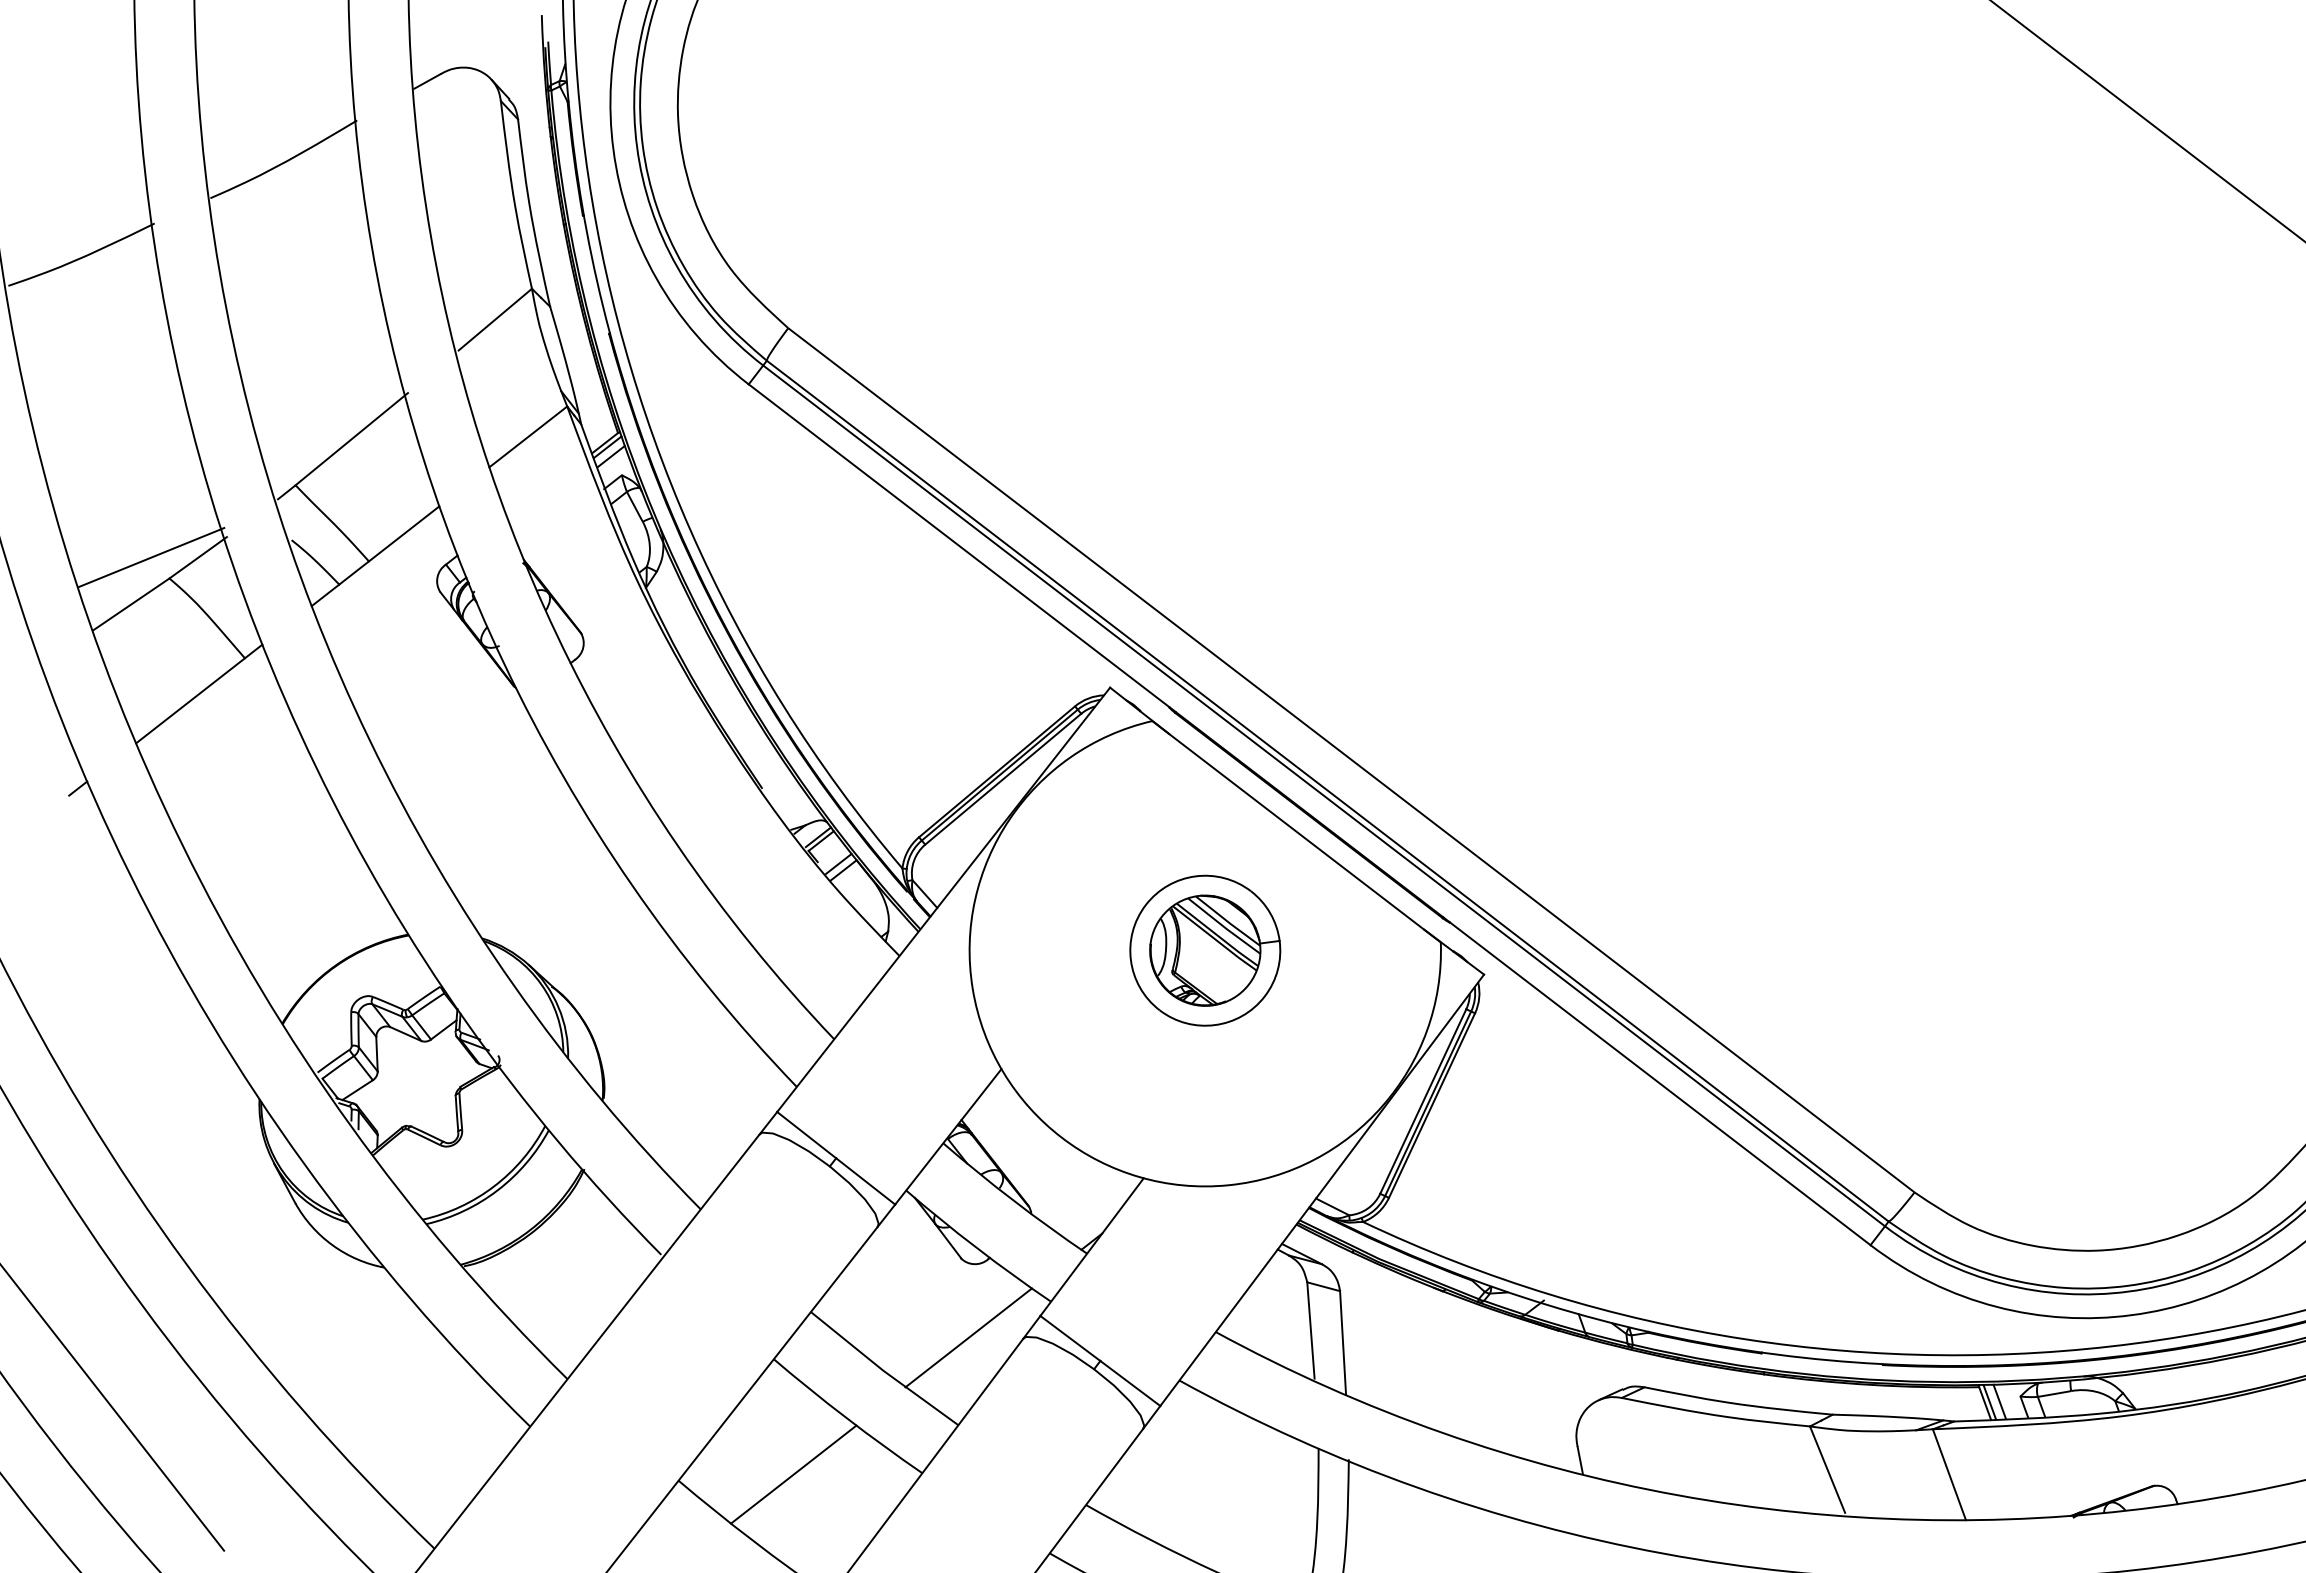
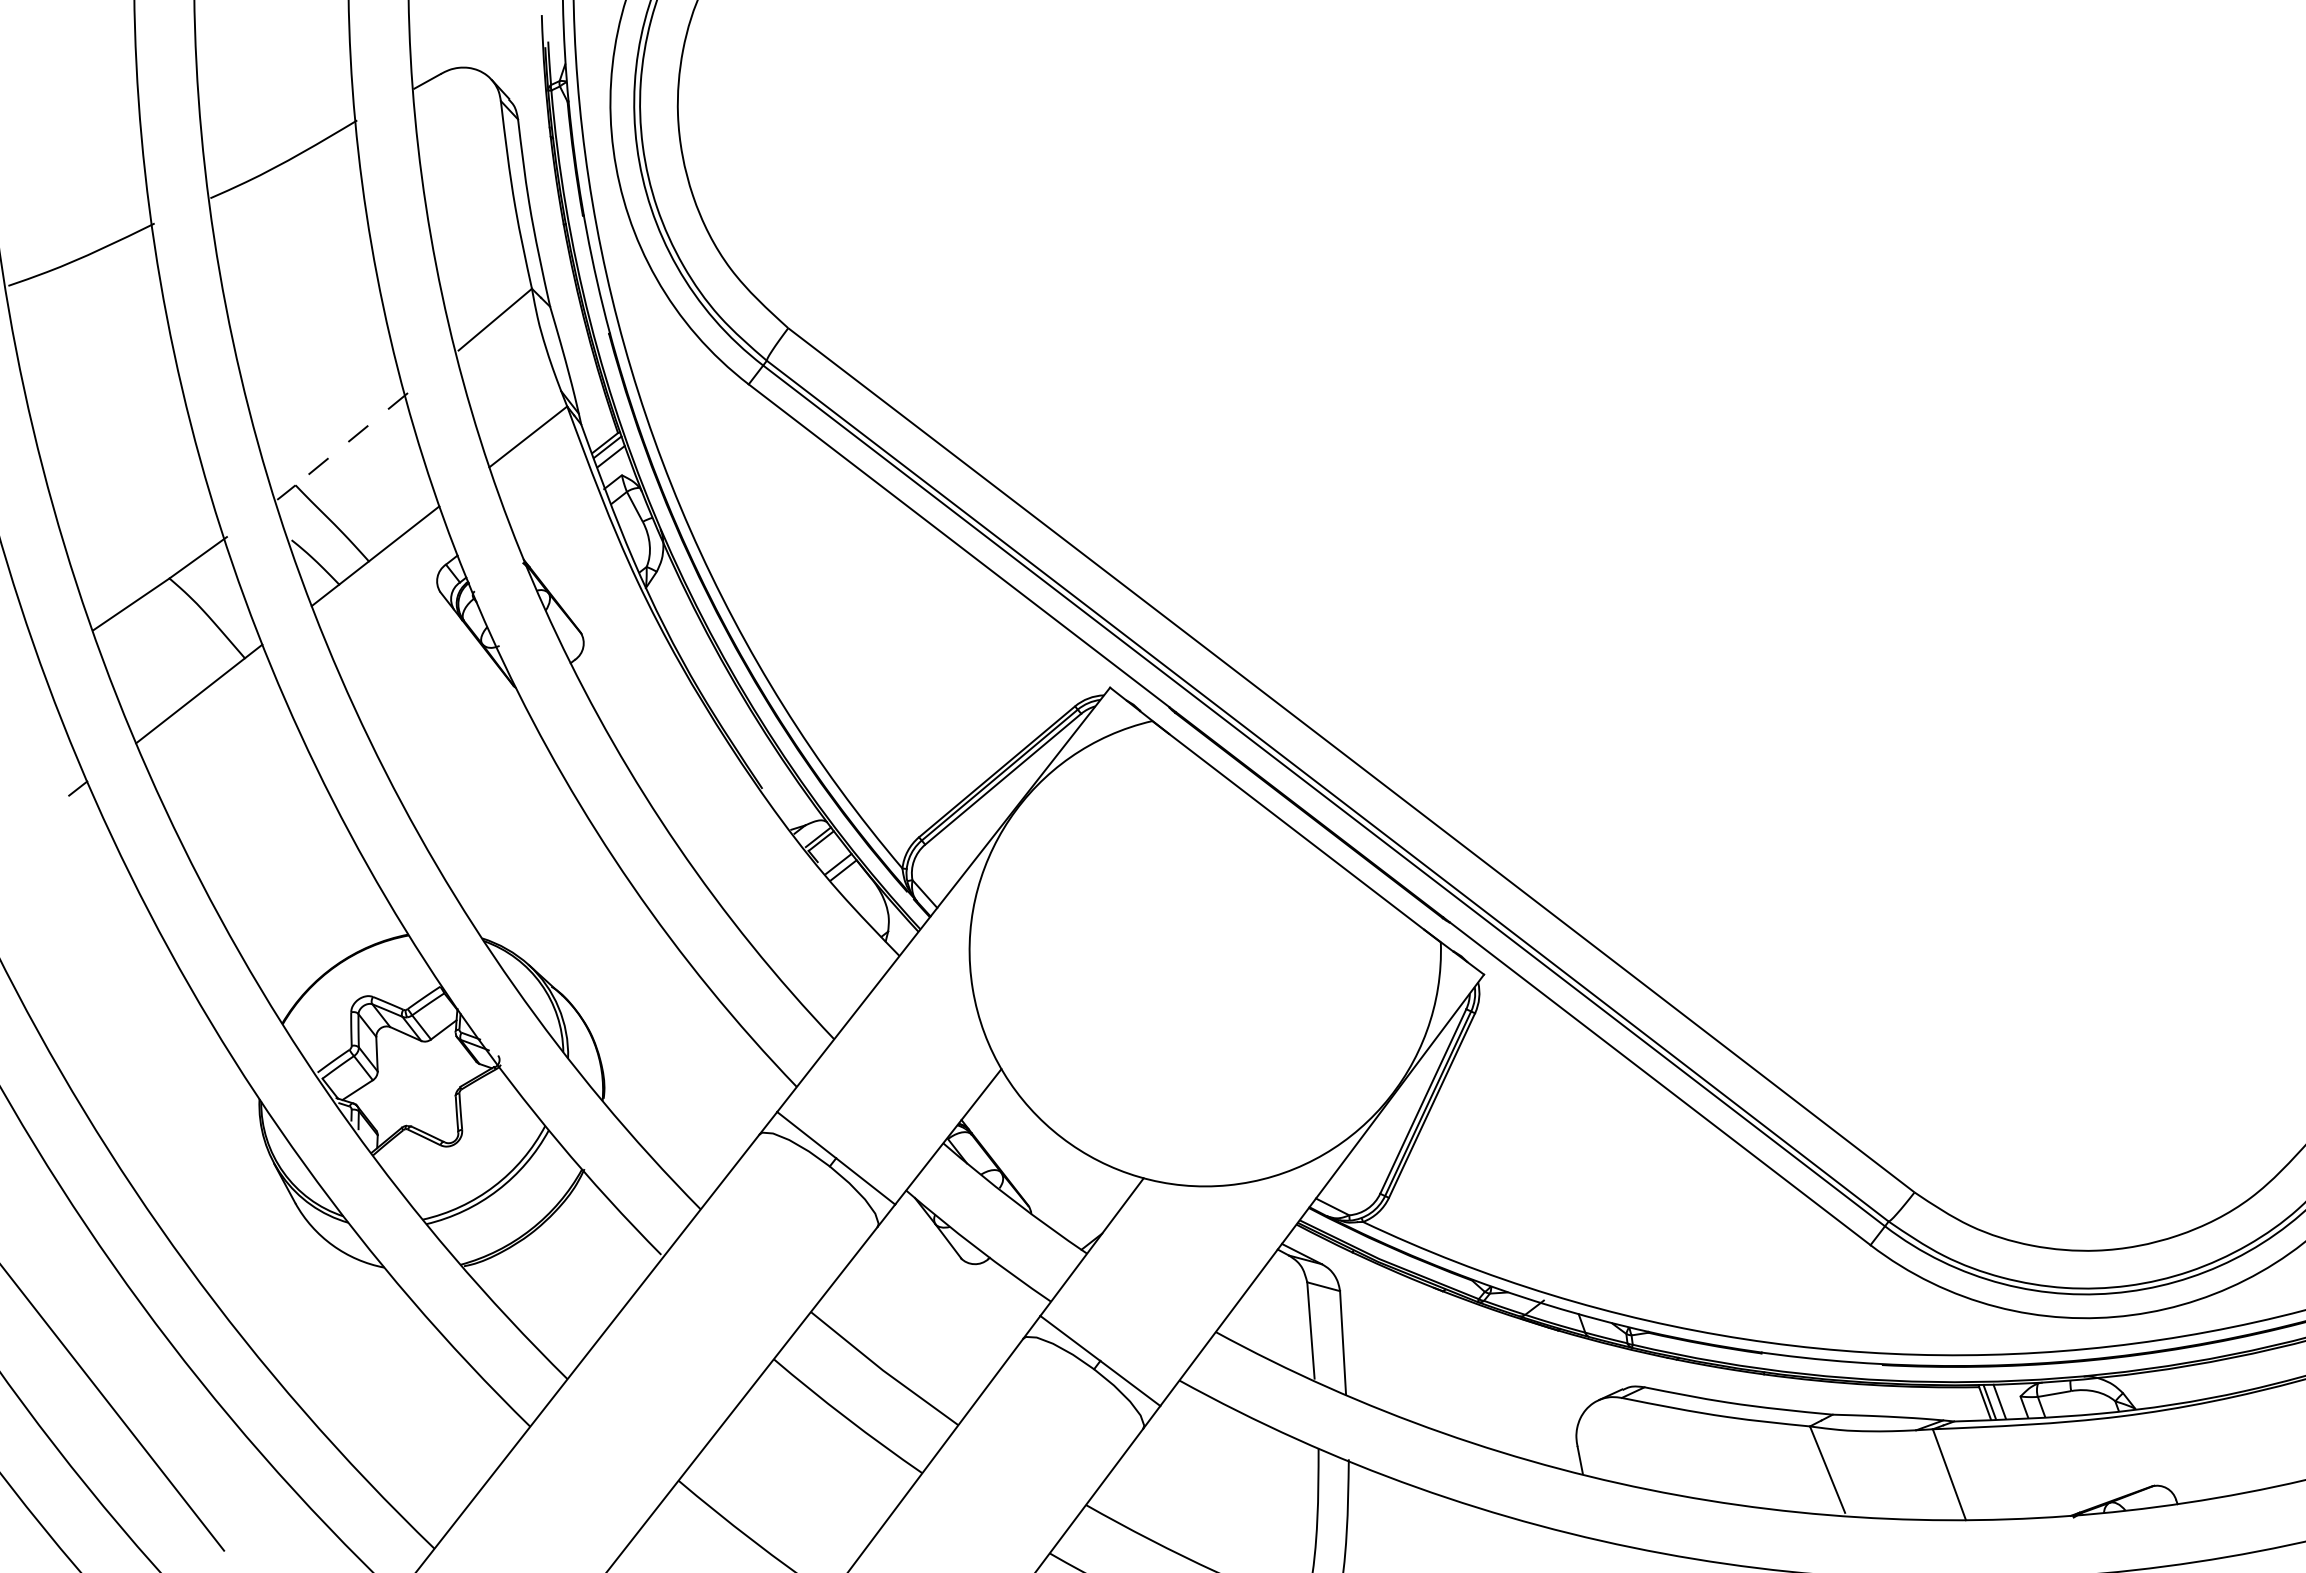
line at (2147, 120): present -> none
line at (351, 439): solid -> dashed
line at (151, 557): present -> none
part at (1205, 950): present -> none
line at (968, 1337): present -> none
line at (793, 1474): present -> none
